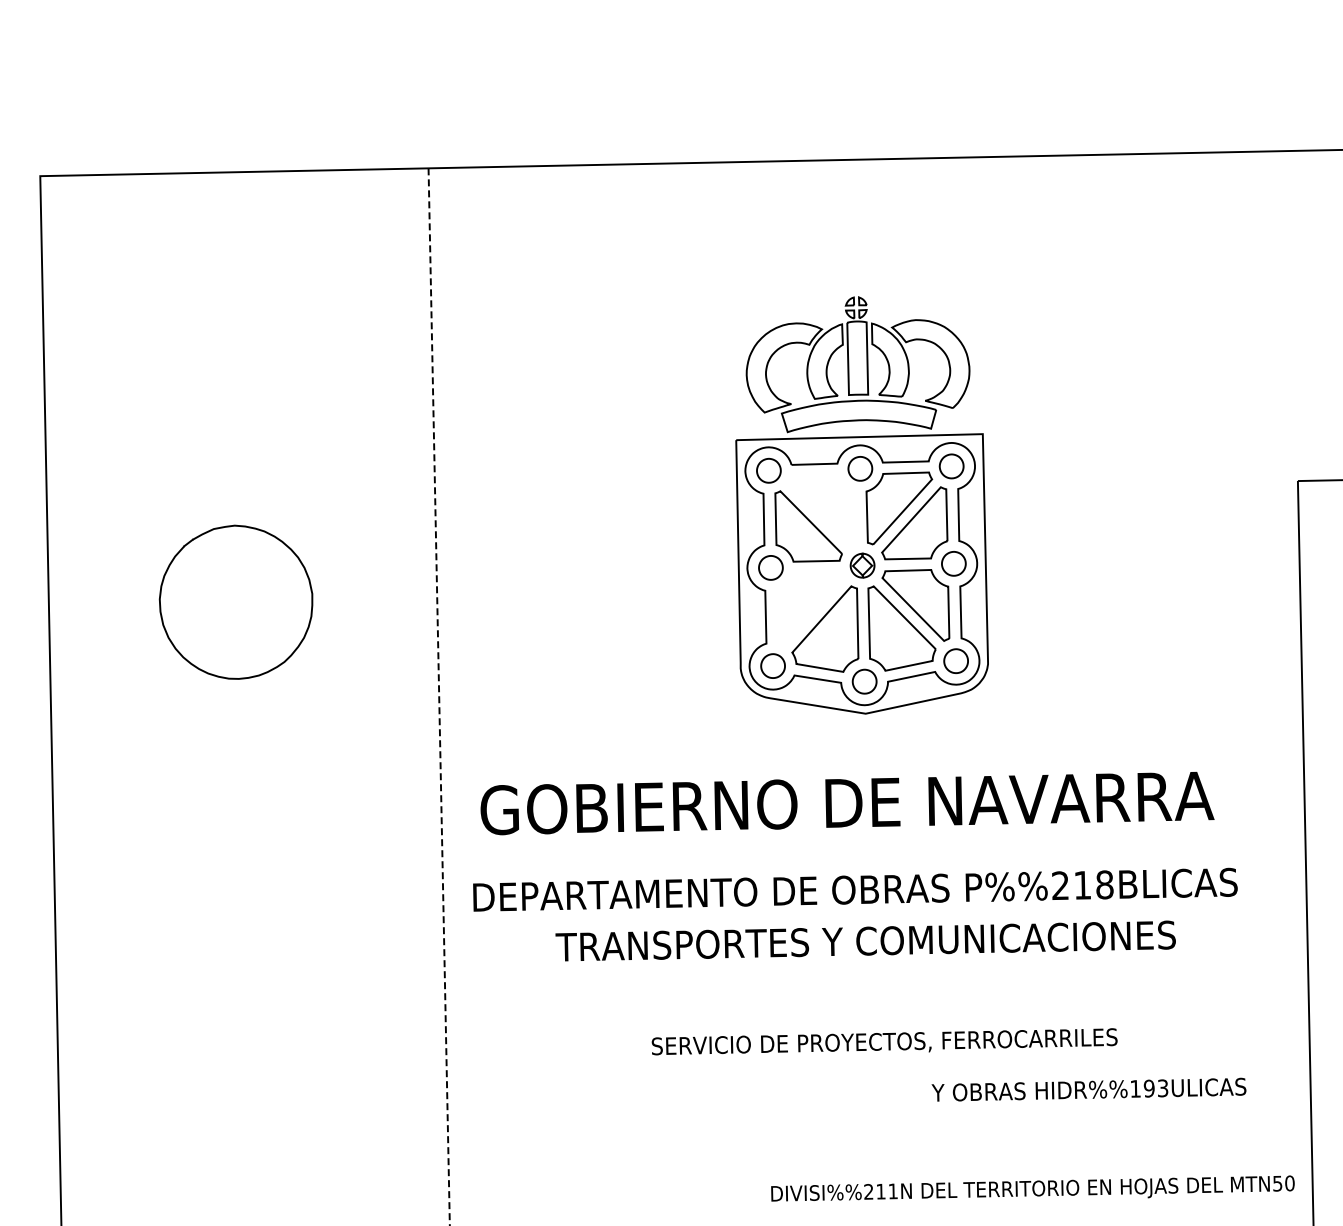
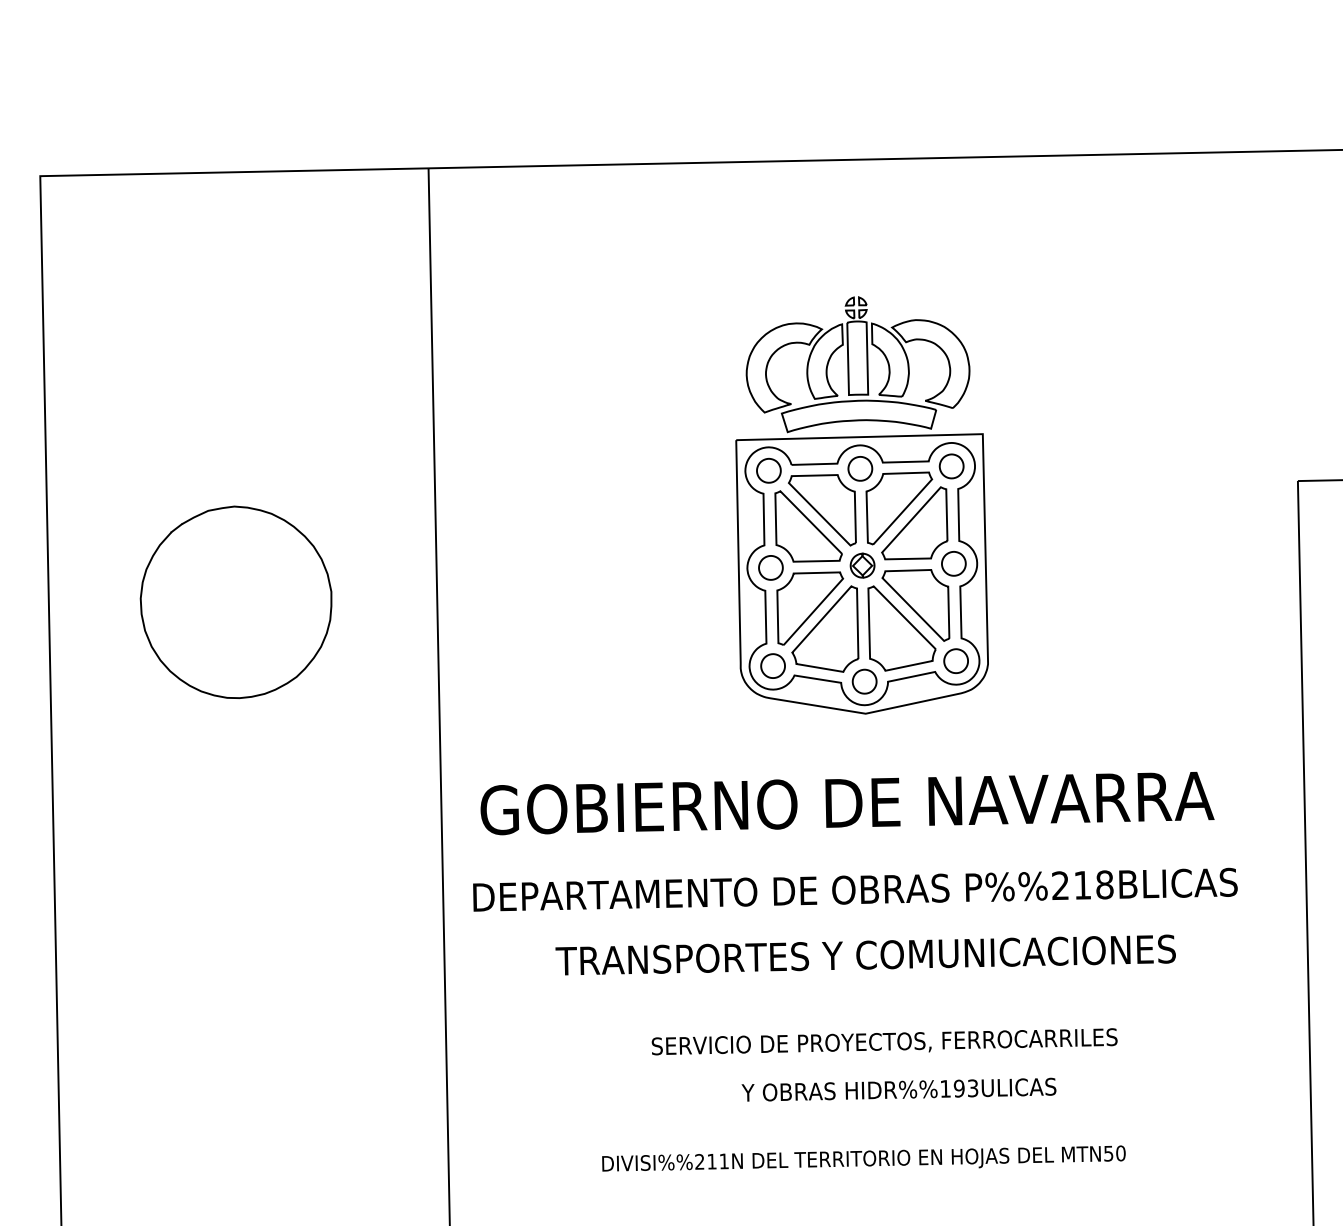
part at (822, 510): none -> present
part at (235, 601) size: 156x156 px -> 194x194 px
part at (810, 608): none -> present
line at (439, 697): dashed -> solid
text at (865, 940) position: (865, 940) -> (865, 954)
text at (1088, 1089) position: (1088, 1089) -> (898, 1089)
text at (1032, 1188) position: (1032, 1188) -> (863, 1158)
